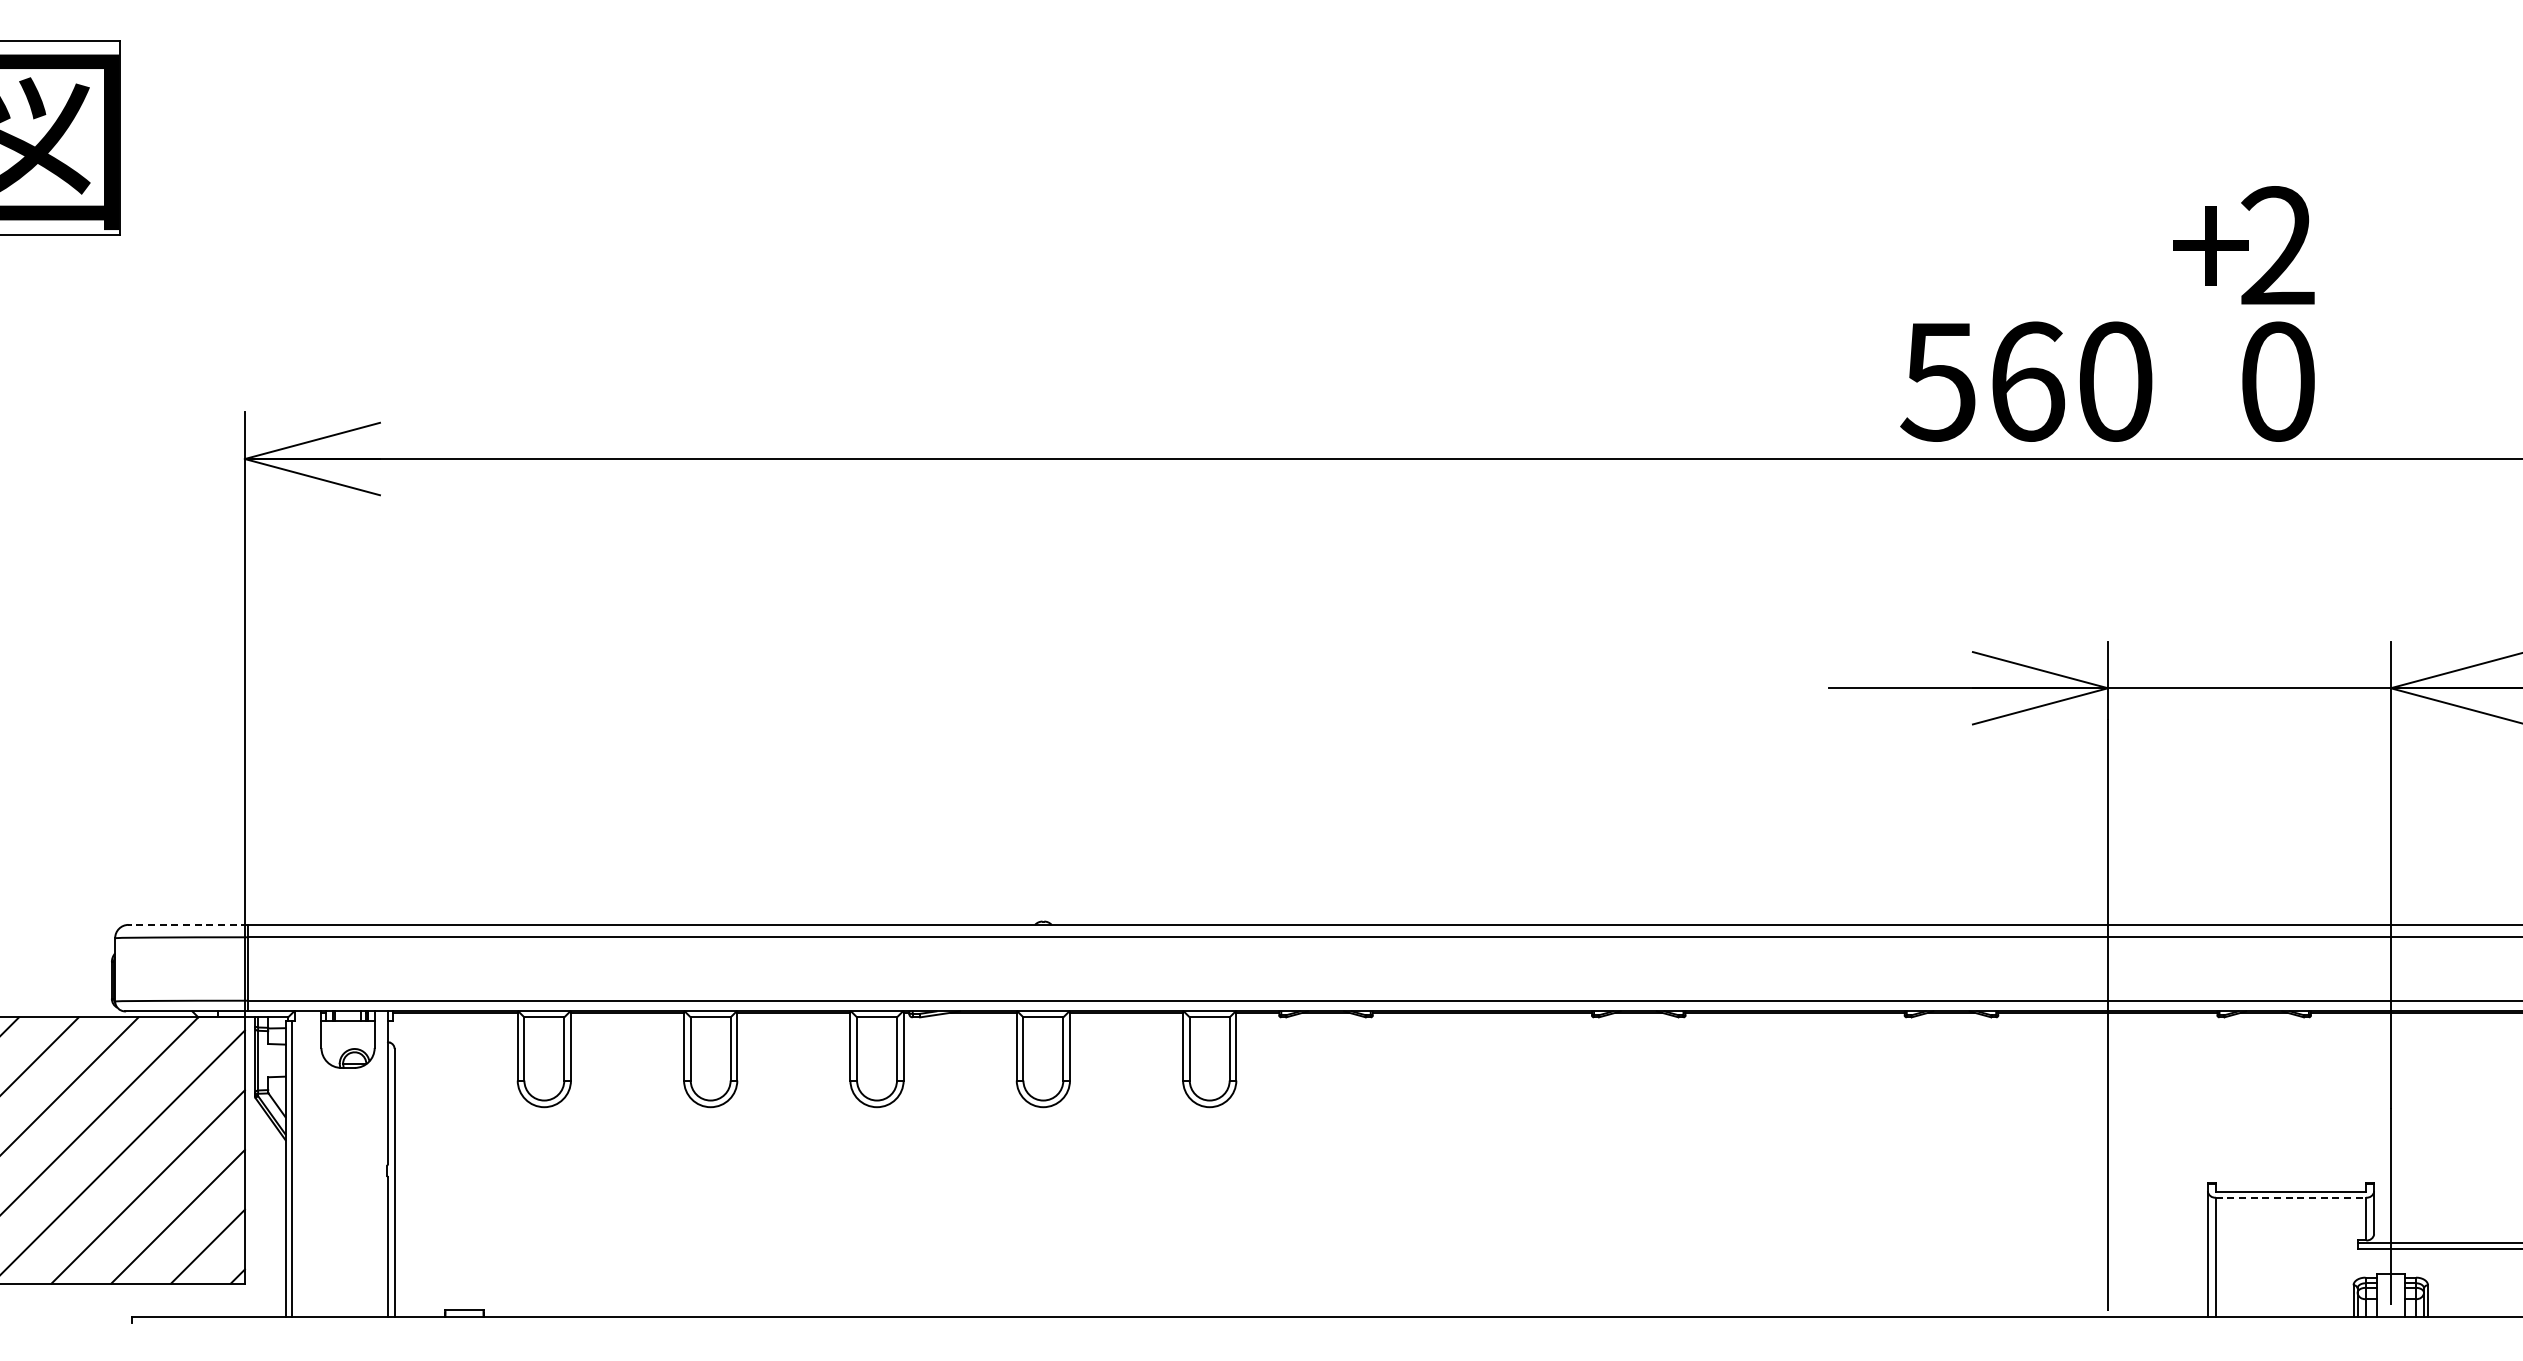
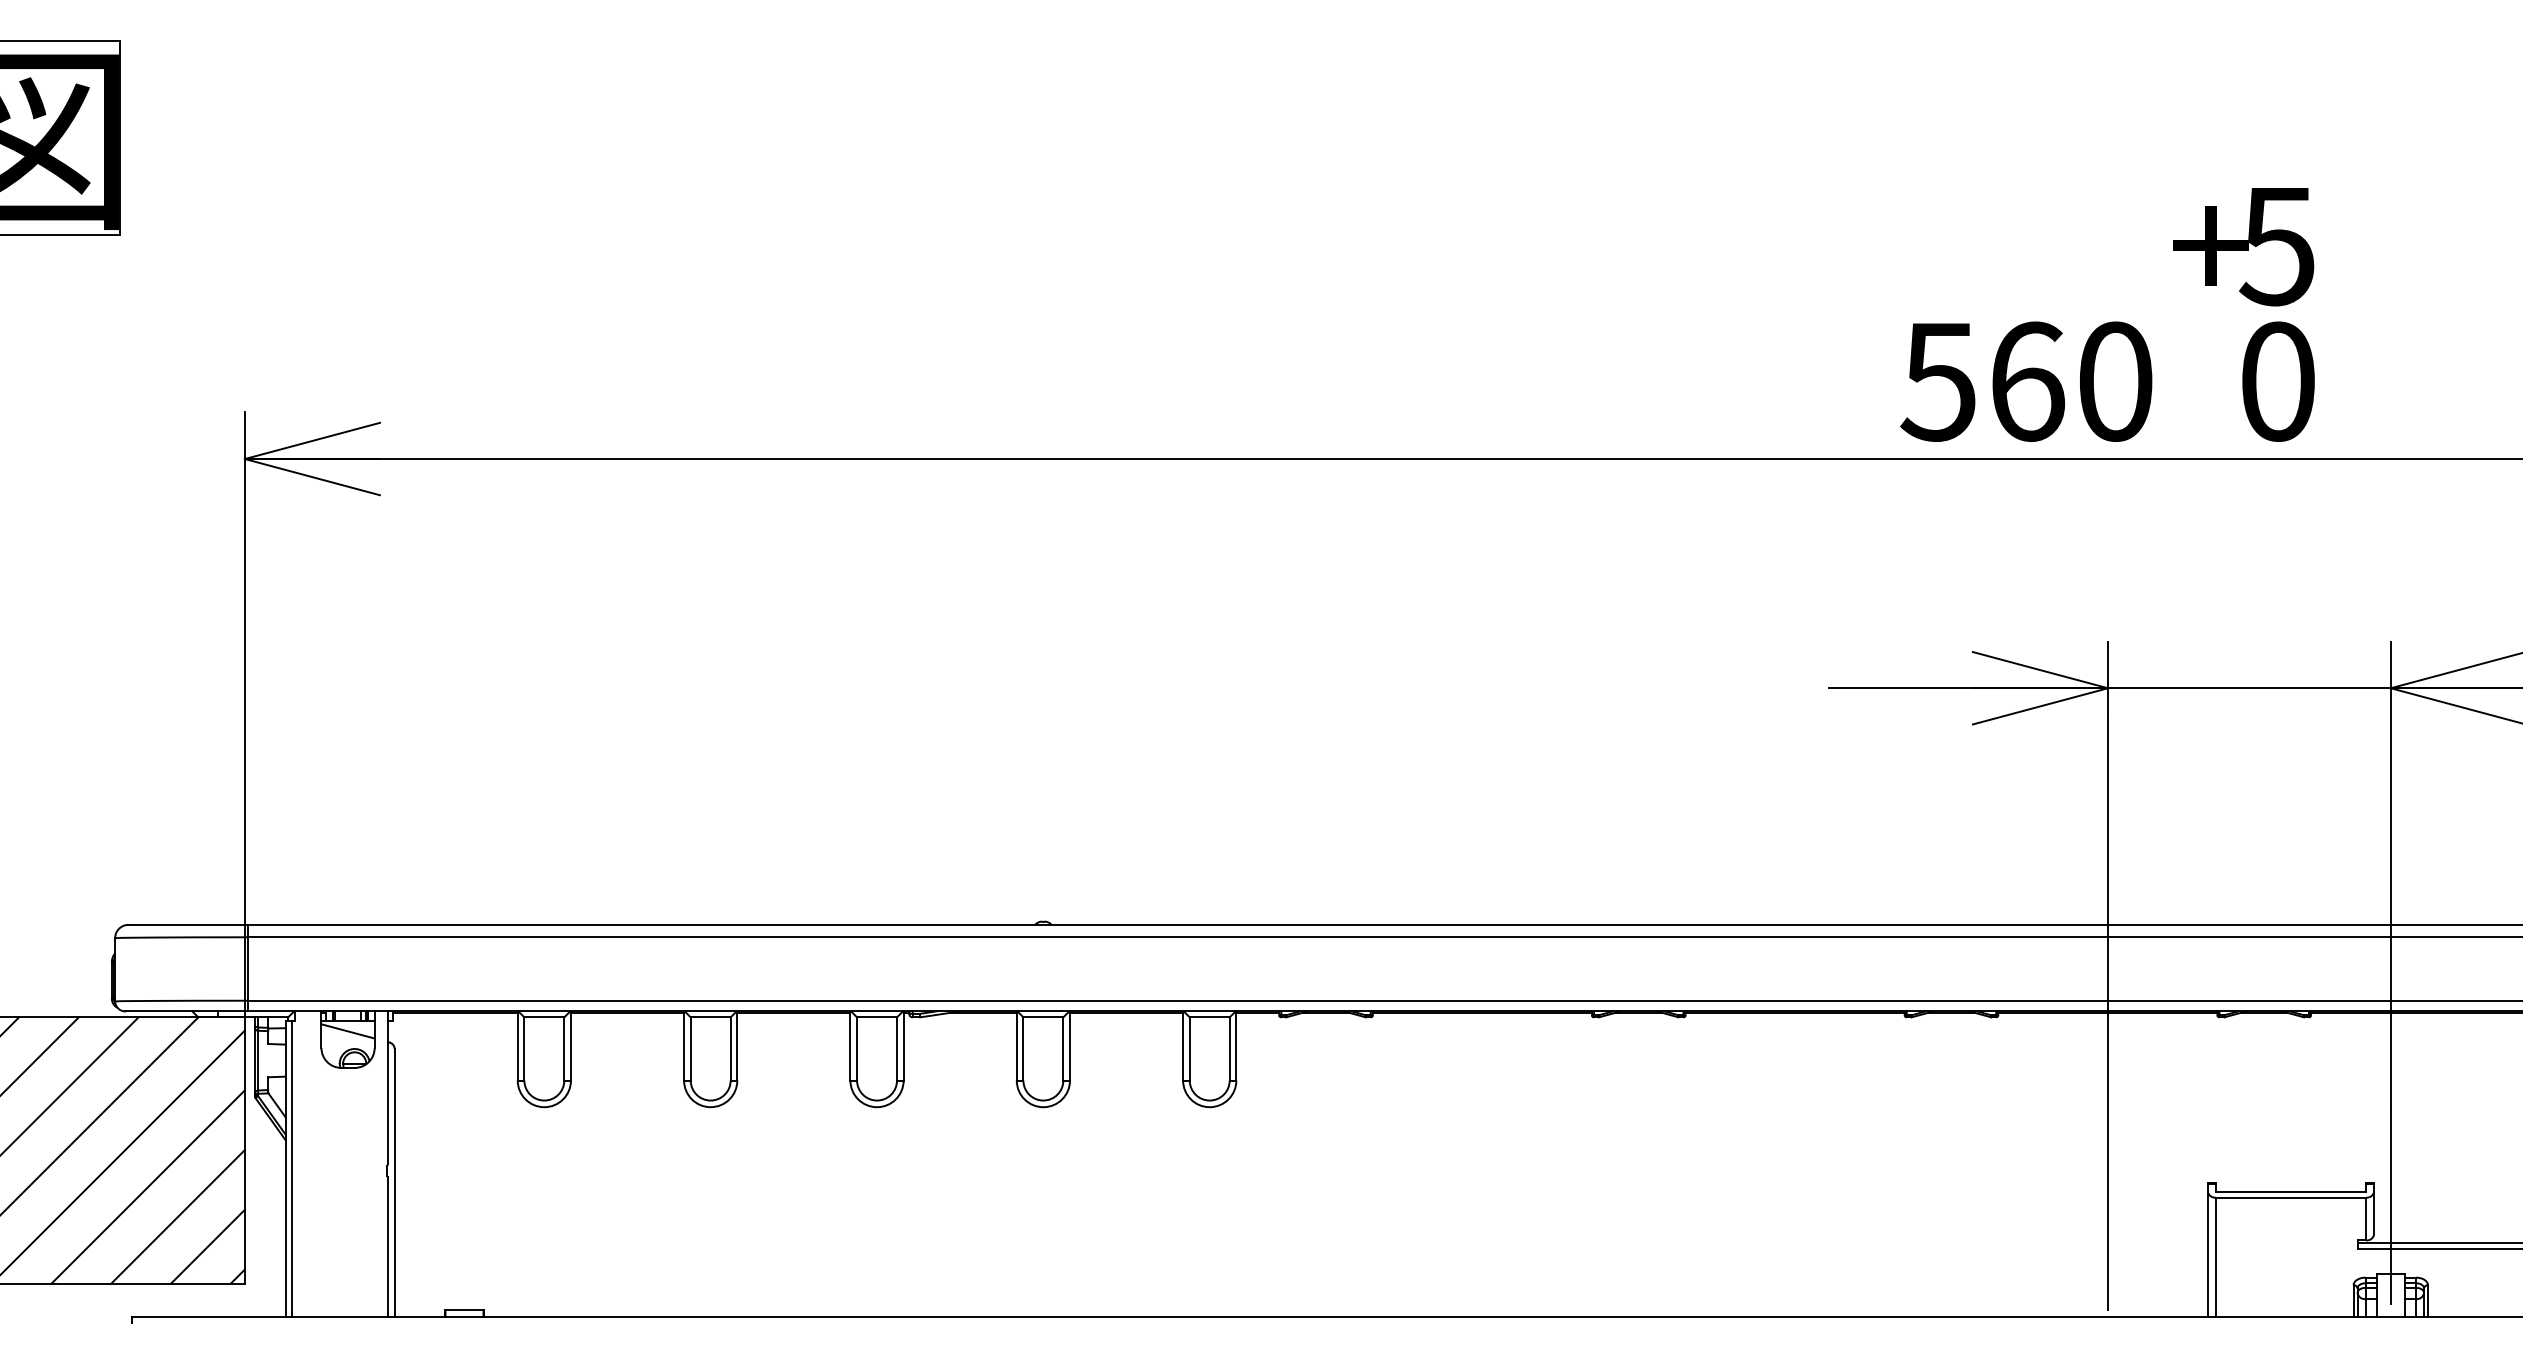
text at (2276, 246): 2 -> 5
line at (188, 924): dashed -> solid
line at (347, 1031): none -> present
line at (2291, 1197): dashed -> solid
